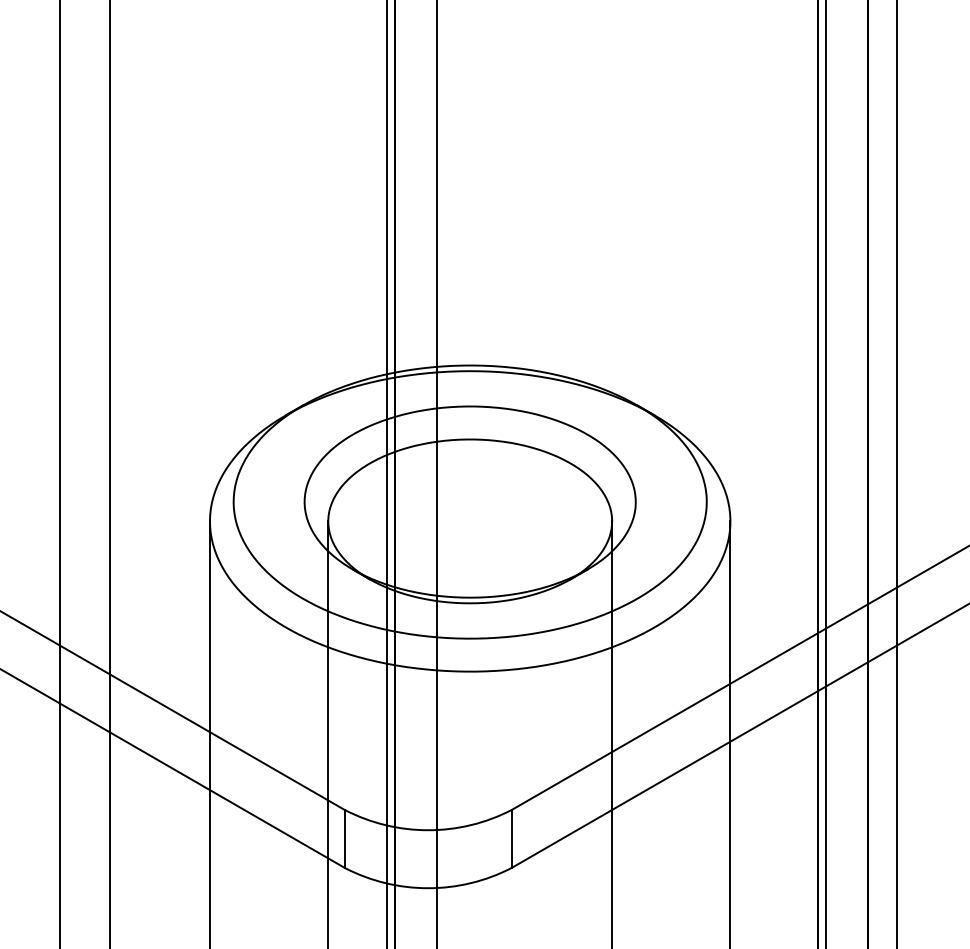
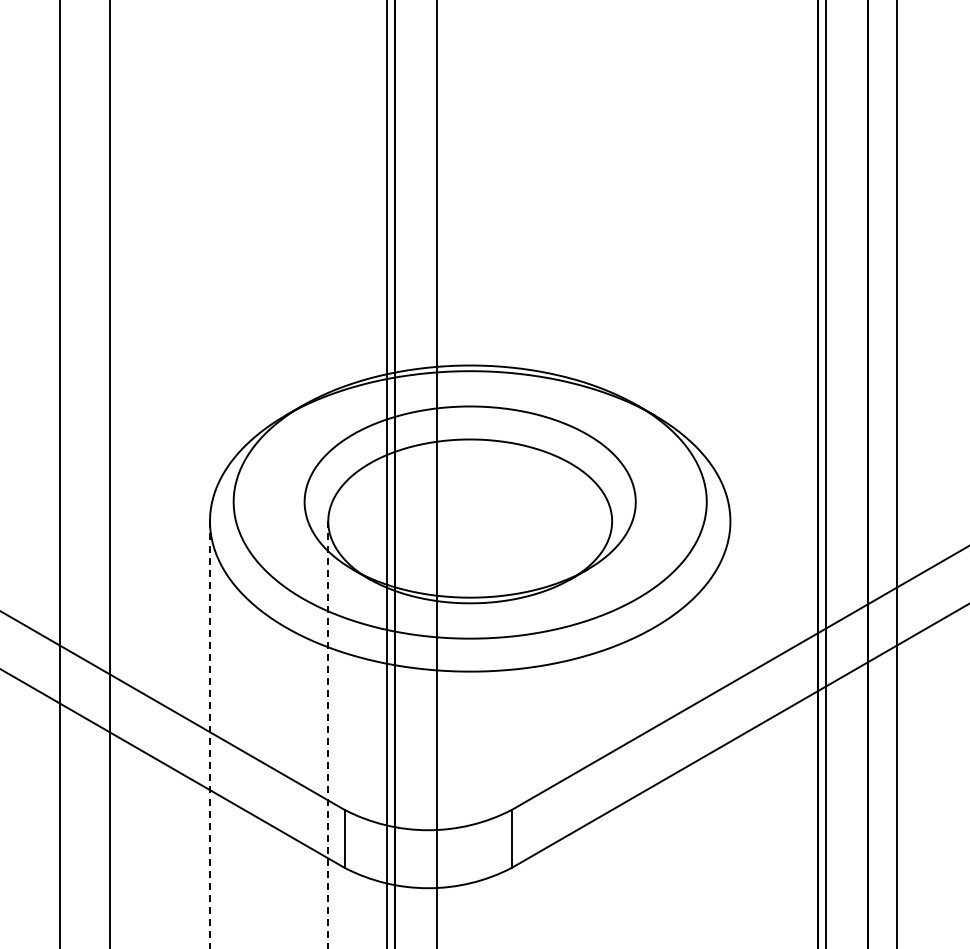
line at (612, 733): present -> none
line at (730, 733): present -> none
line at (209, 735): solid -> dashed
line at (328, 735): solid -> dashed
